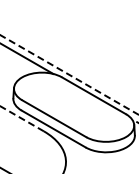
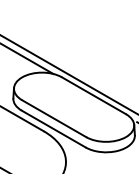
line at (68, 74): dashed -> solid
line at (22, 118): dashed -> solid
